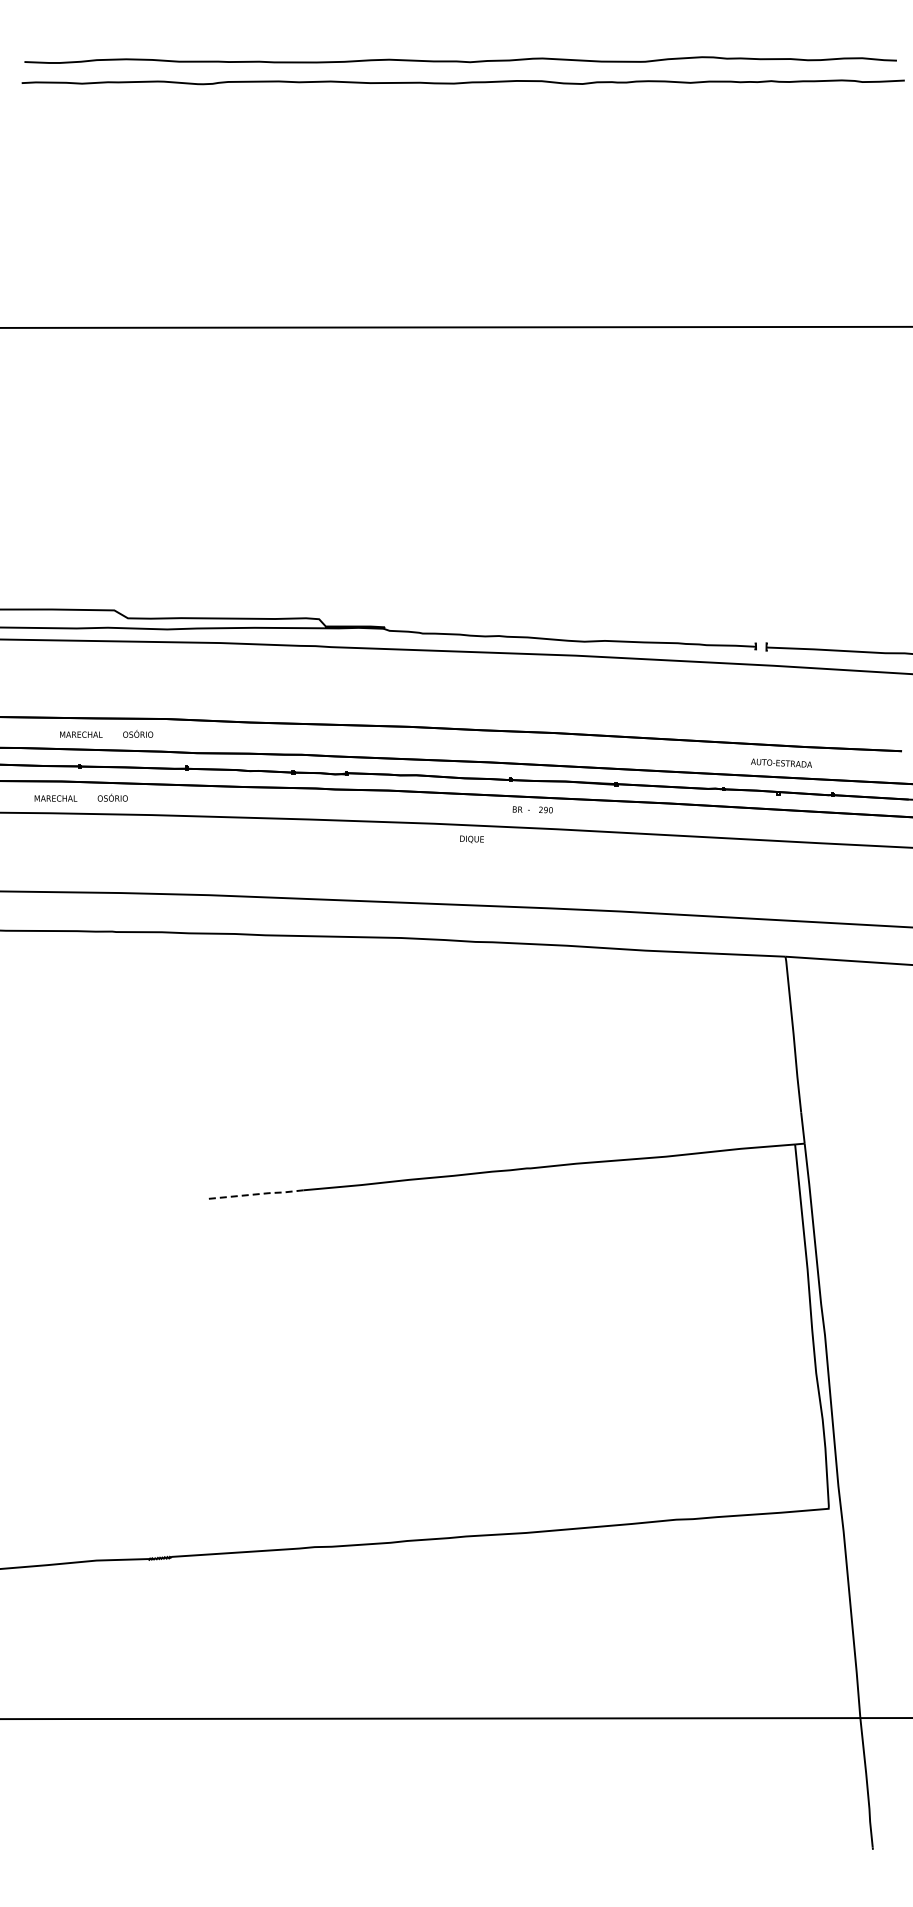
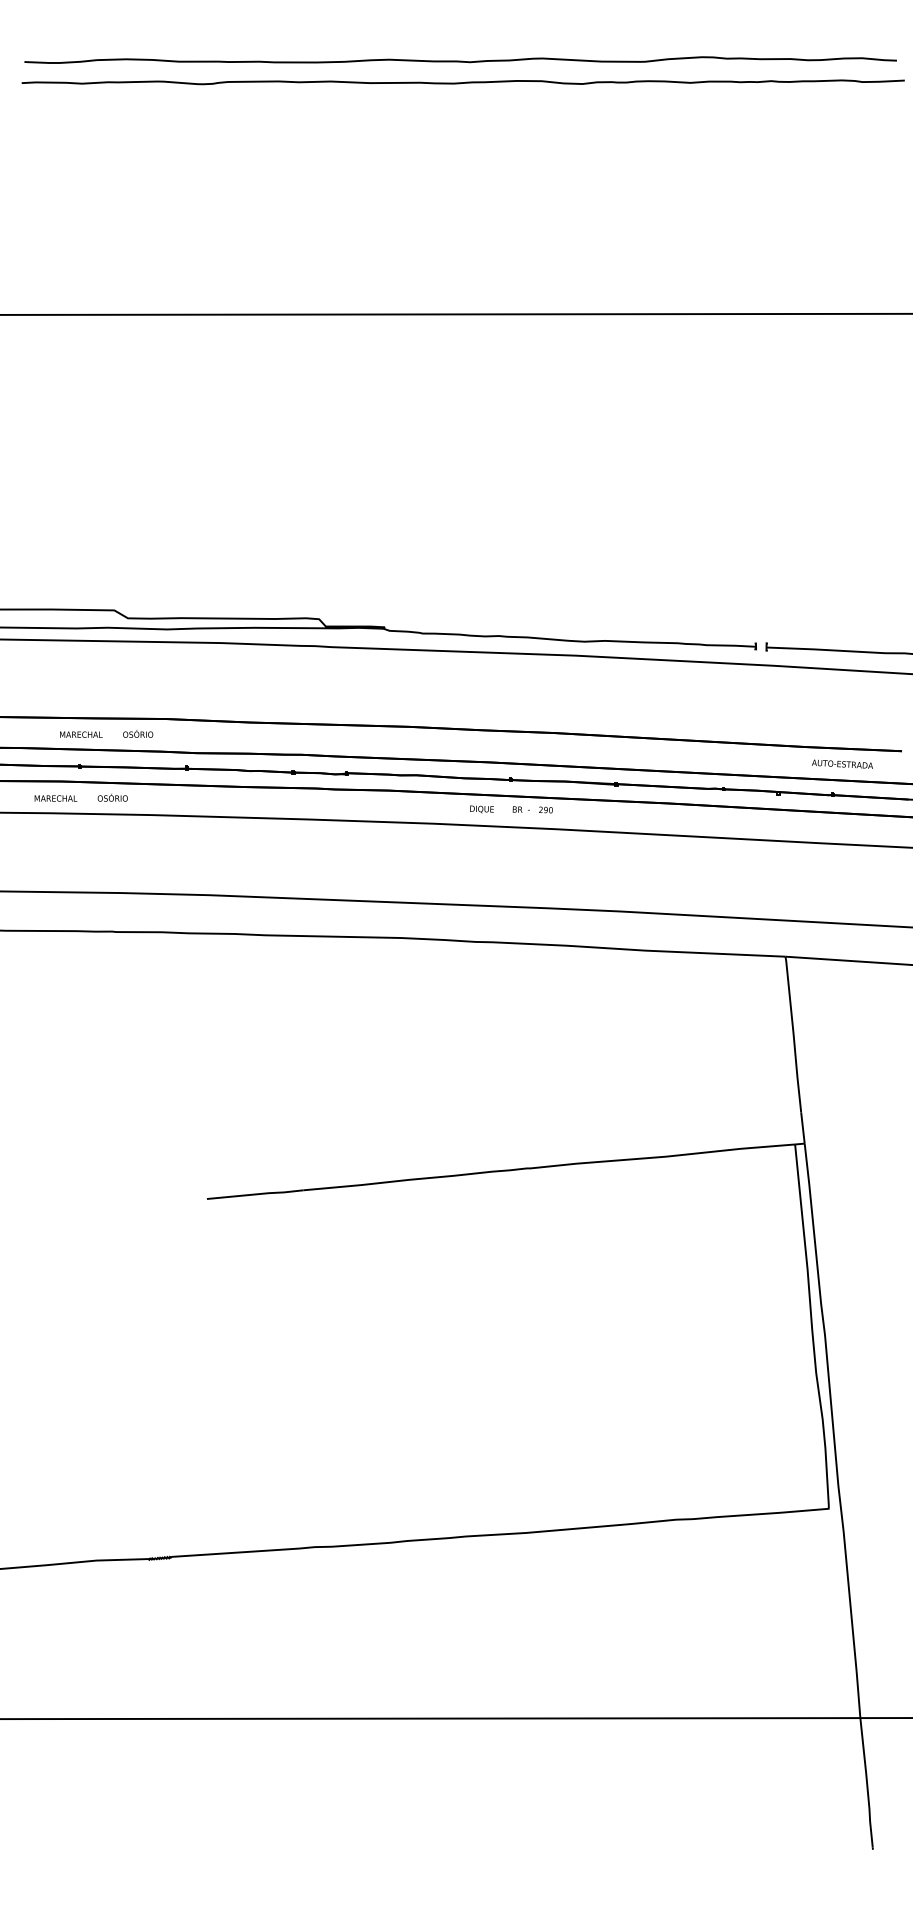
line at (455, 326) position: (455, 326) -> (455, 313)
text at (781, 762) position: (781, 762) -> (842, 763)
text at (471, 839) position: (471, 839) -> (481, 809)
line at (256, 1194): dashed -> solid
